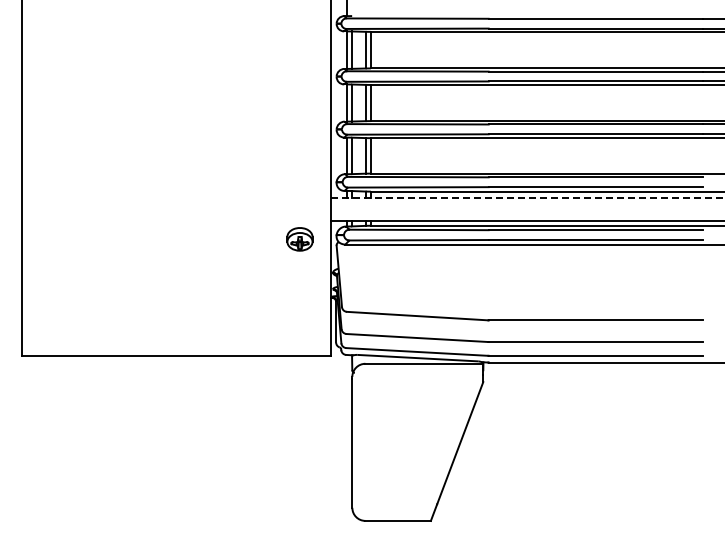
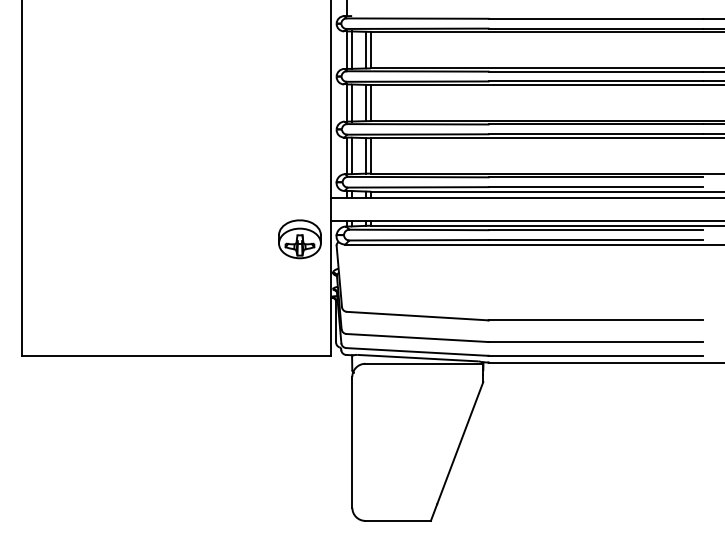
line at (528, 197): dashed -> solid
part at (299, 239) size: 28x25 px -> 44x41 px
